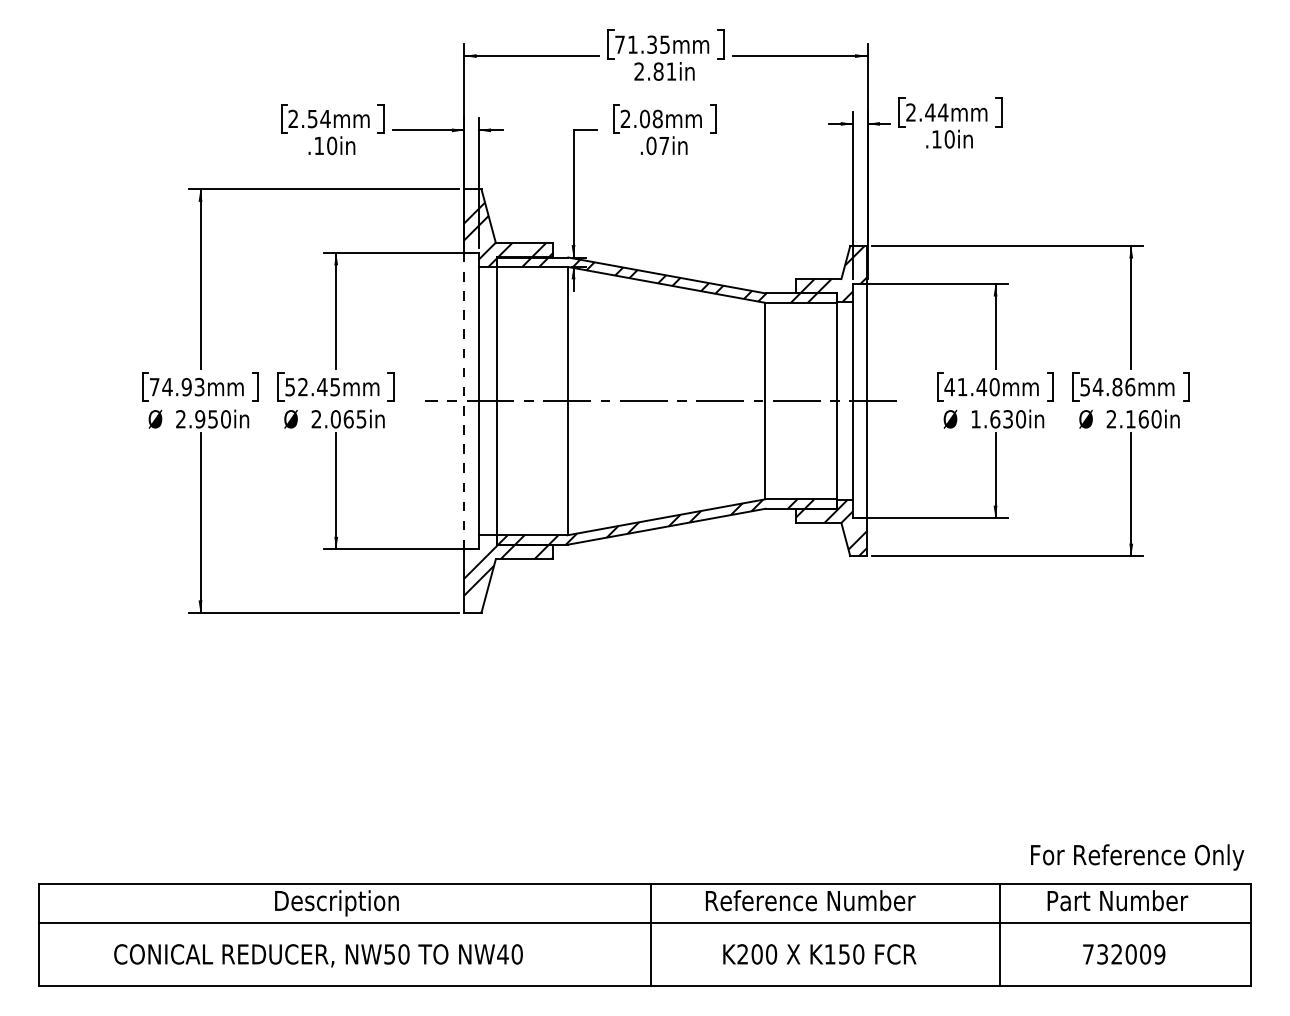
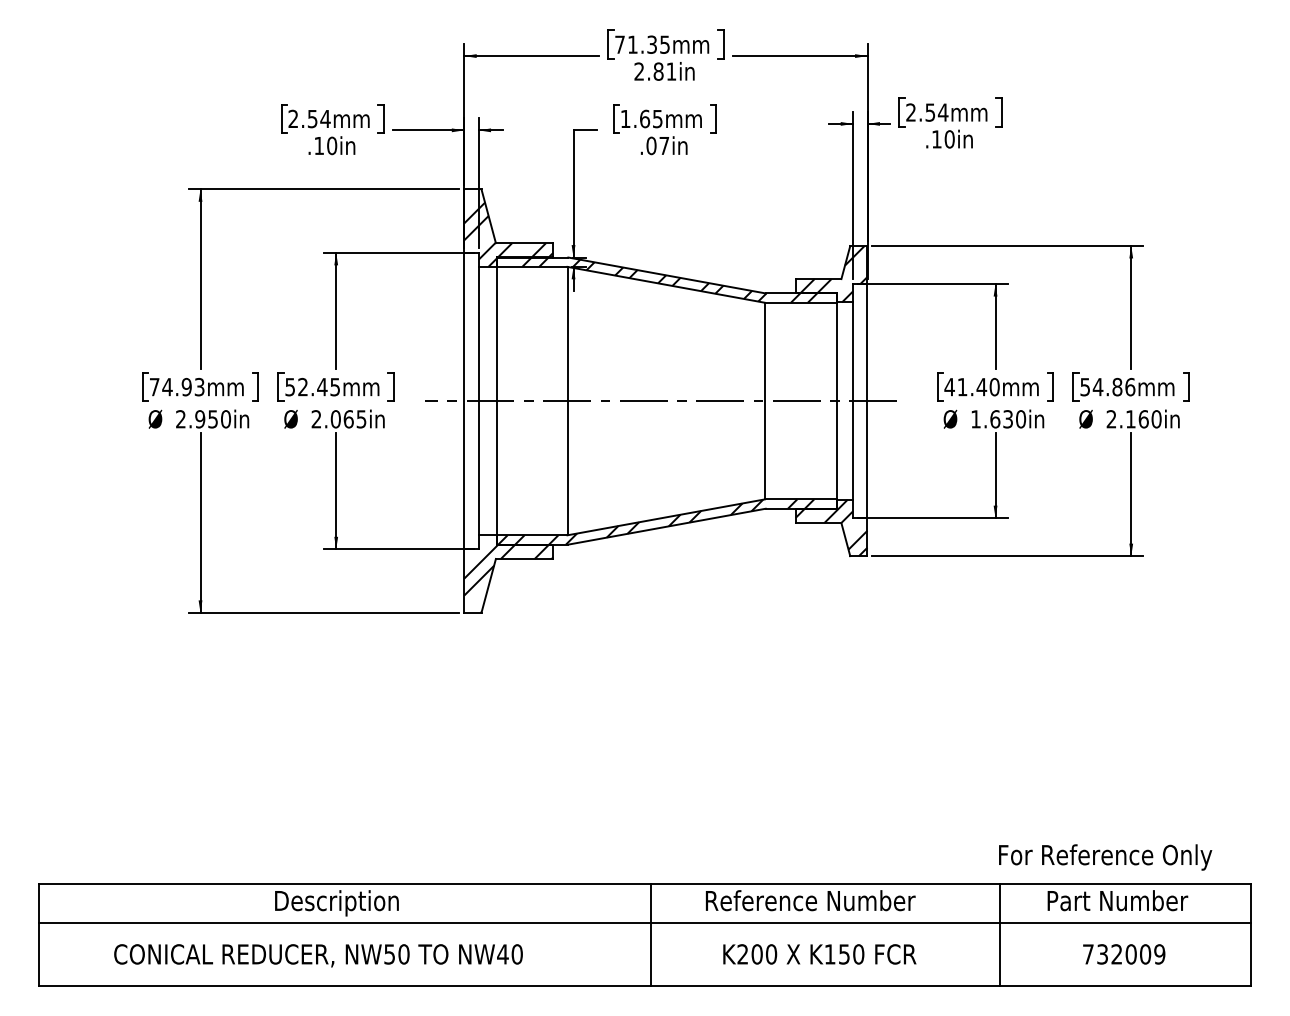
text at (930, 112): 2.44mm -> 2.54mm
text at (641, 118): 2.08mm -> 1.65mm
line at (464, 401): dashed -> solid
text at (1137, 857) position: (1137, 857) -> (1105, 857)
